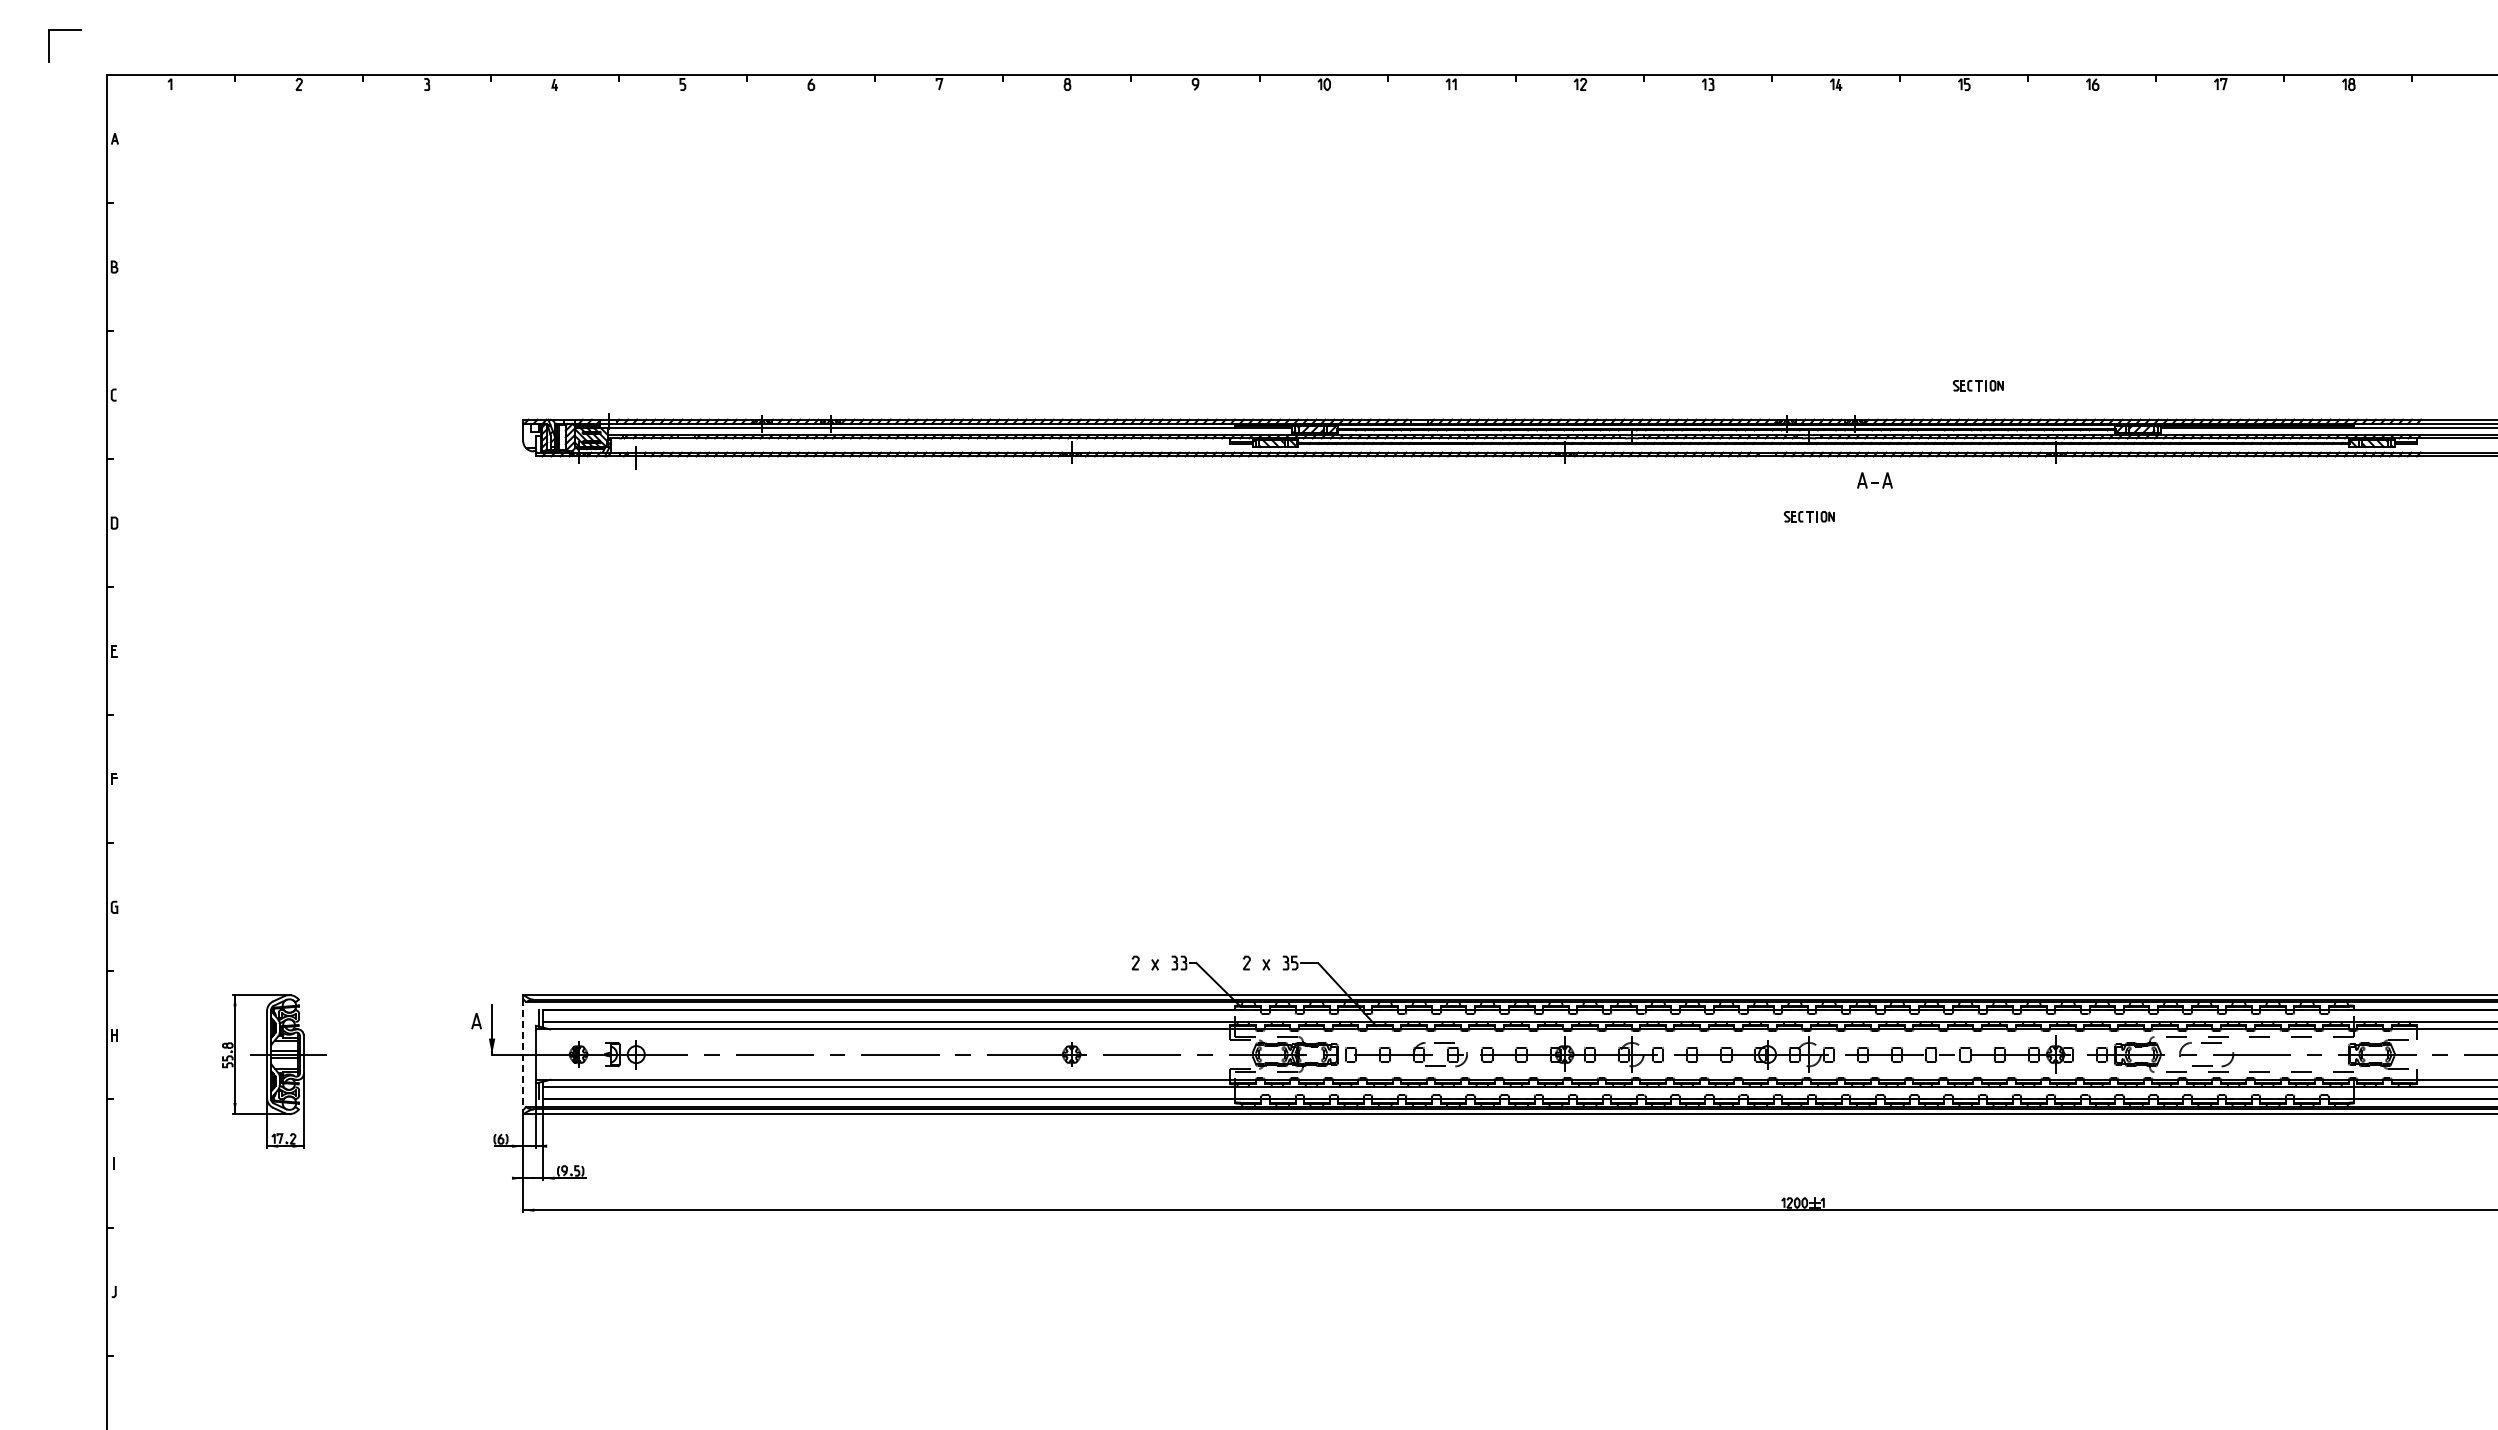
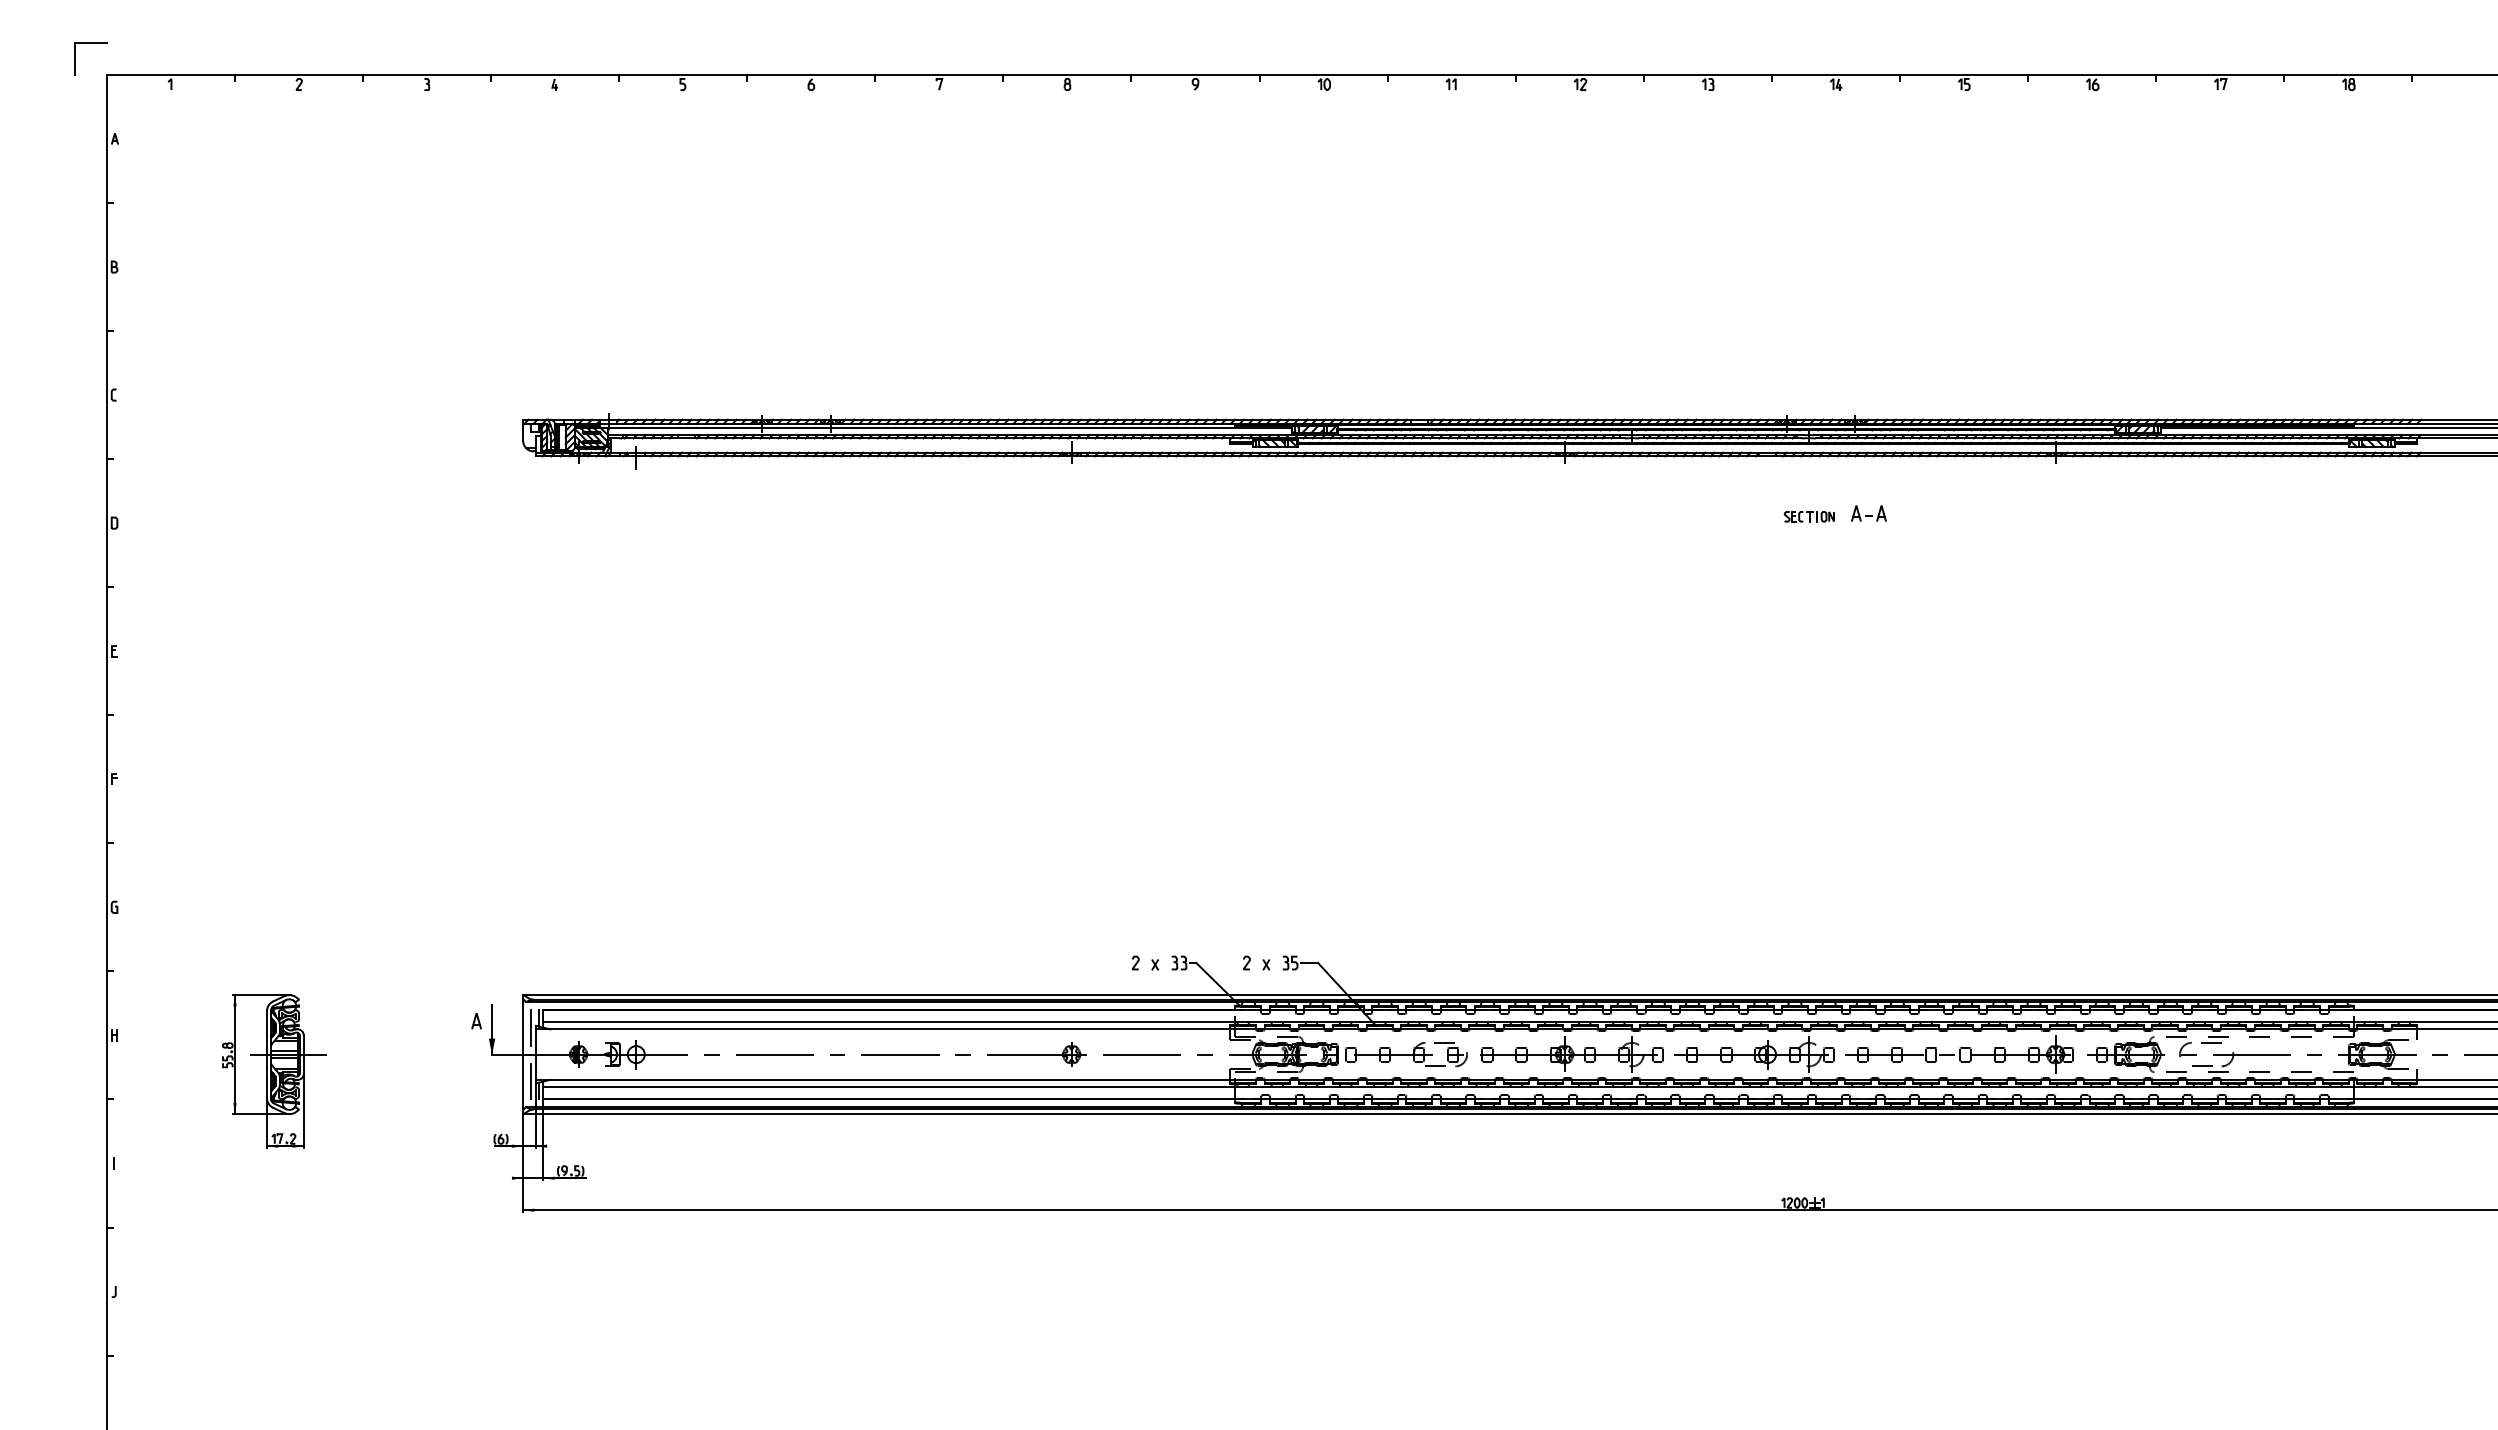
part at (64, 30) position: (64, 30) -> (90, 43)
part at (1977, 385): present -> none
part at (1874, 480) position: (1874, 480) -> (1868, 513)
line at (530, 1027): none -> present
line at (523, 1055): dashed -> solid
line at (530, 1080): none -> present
